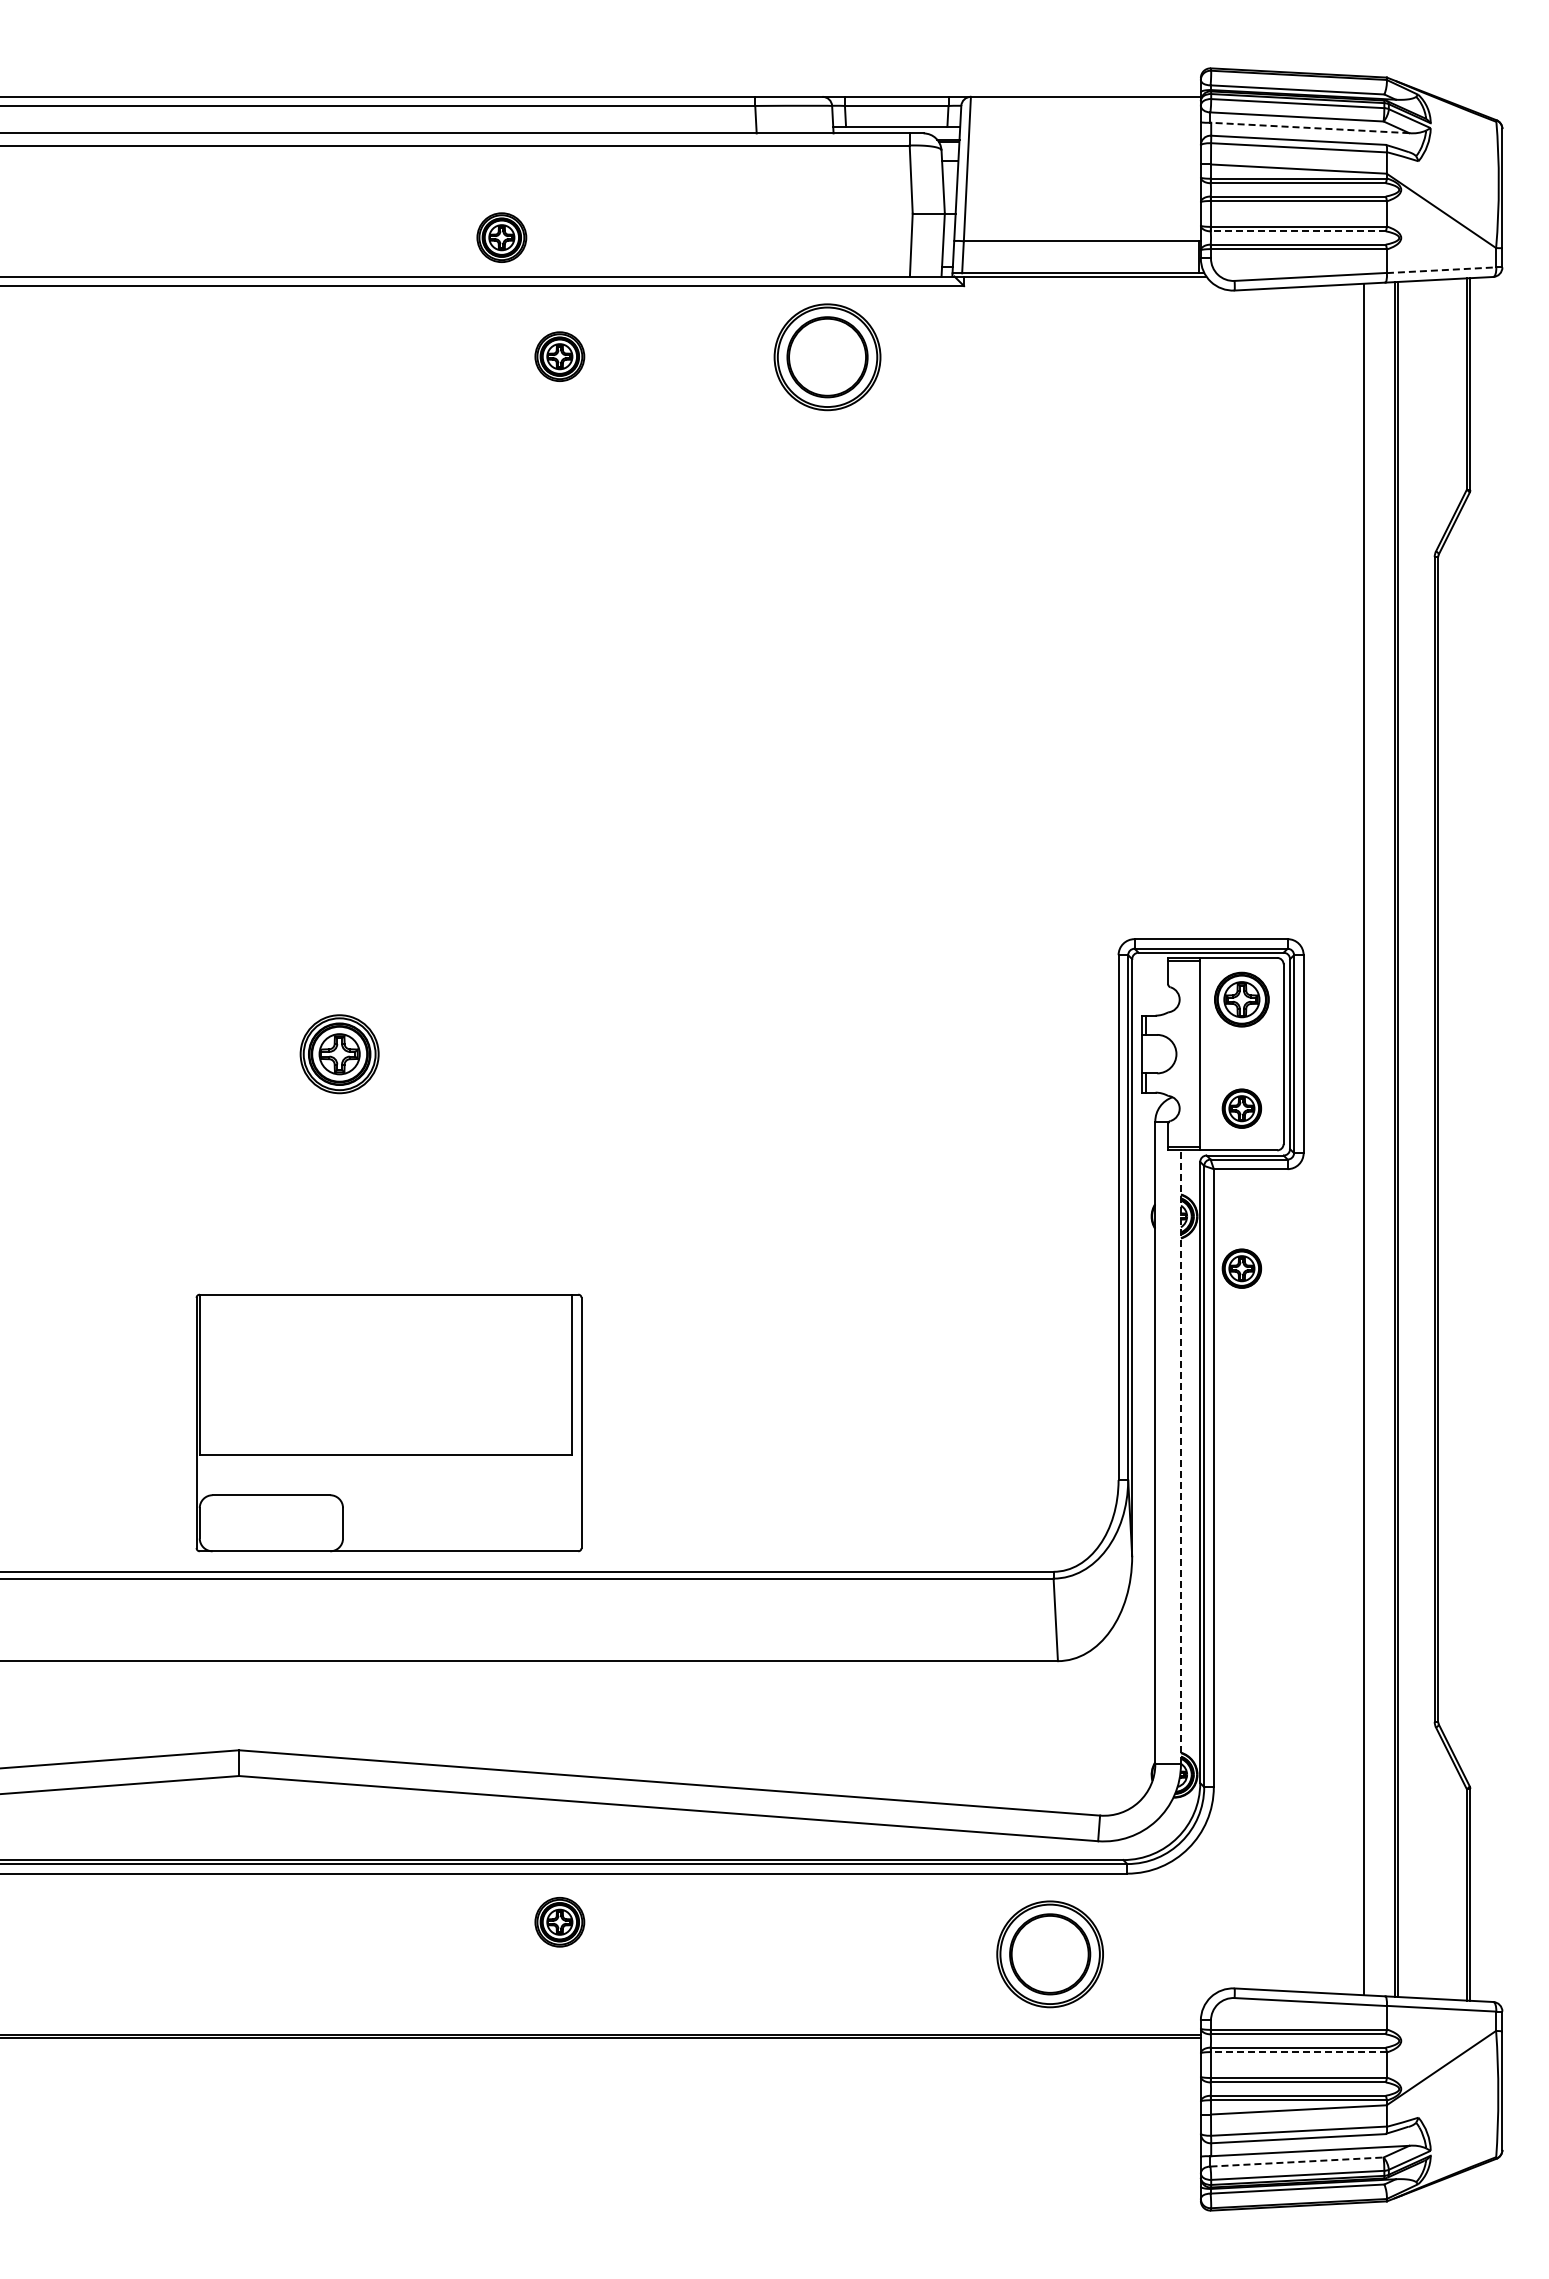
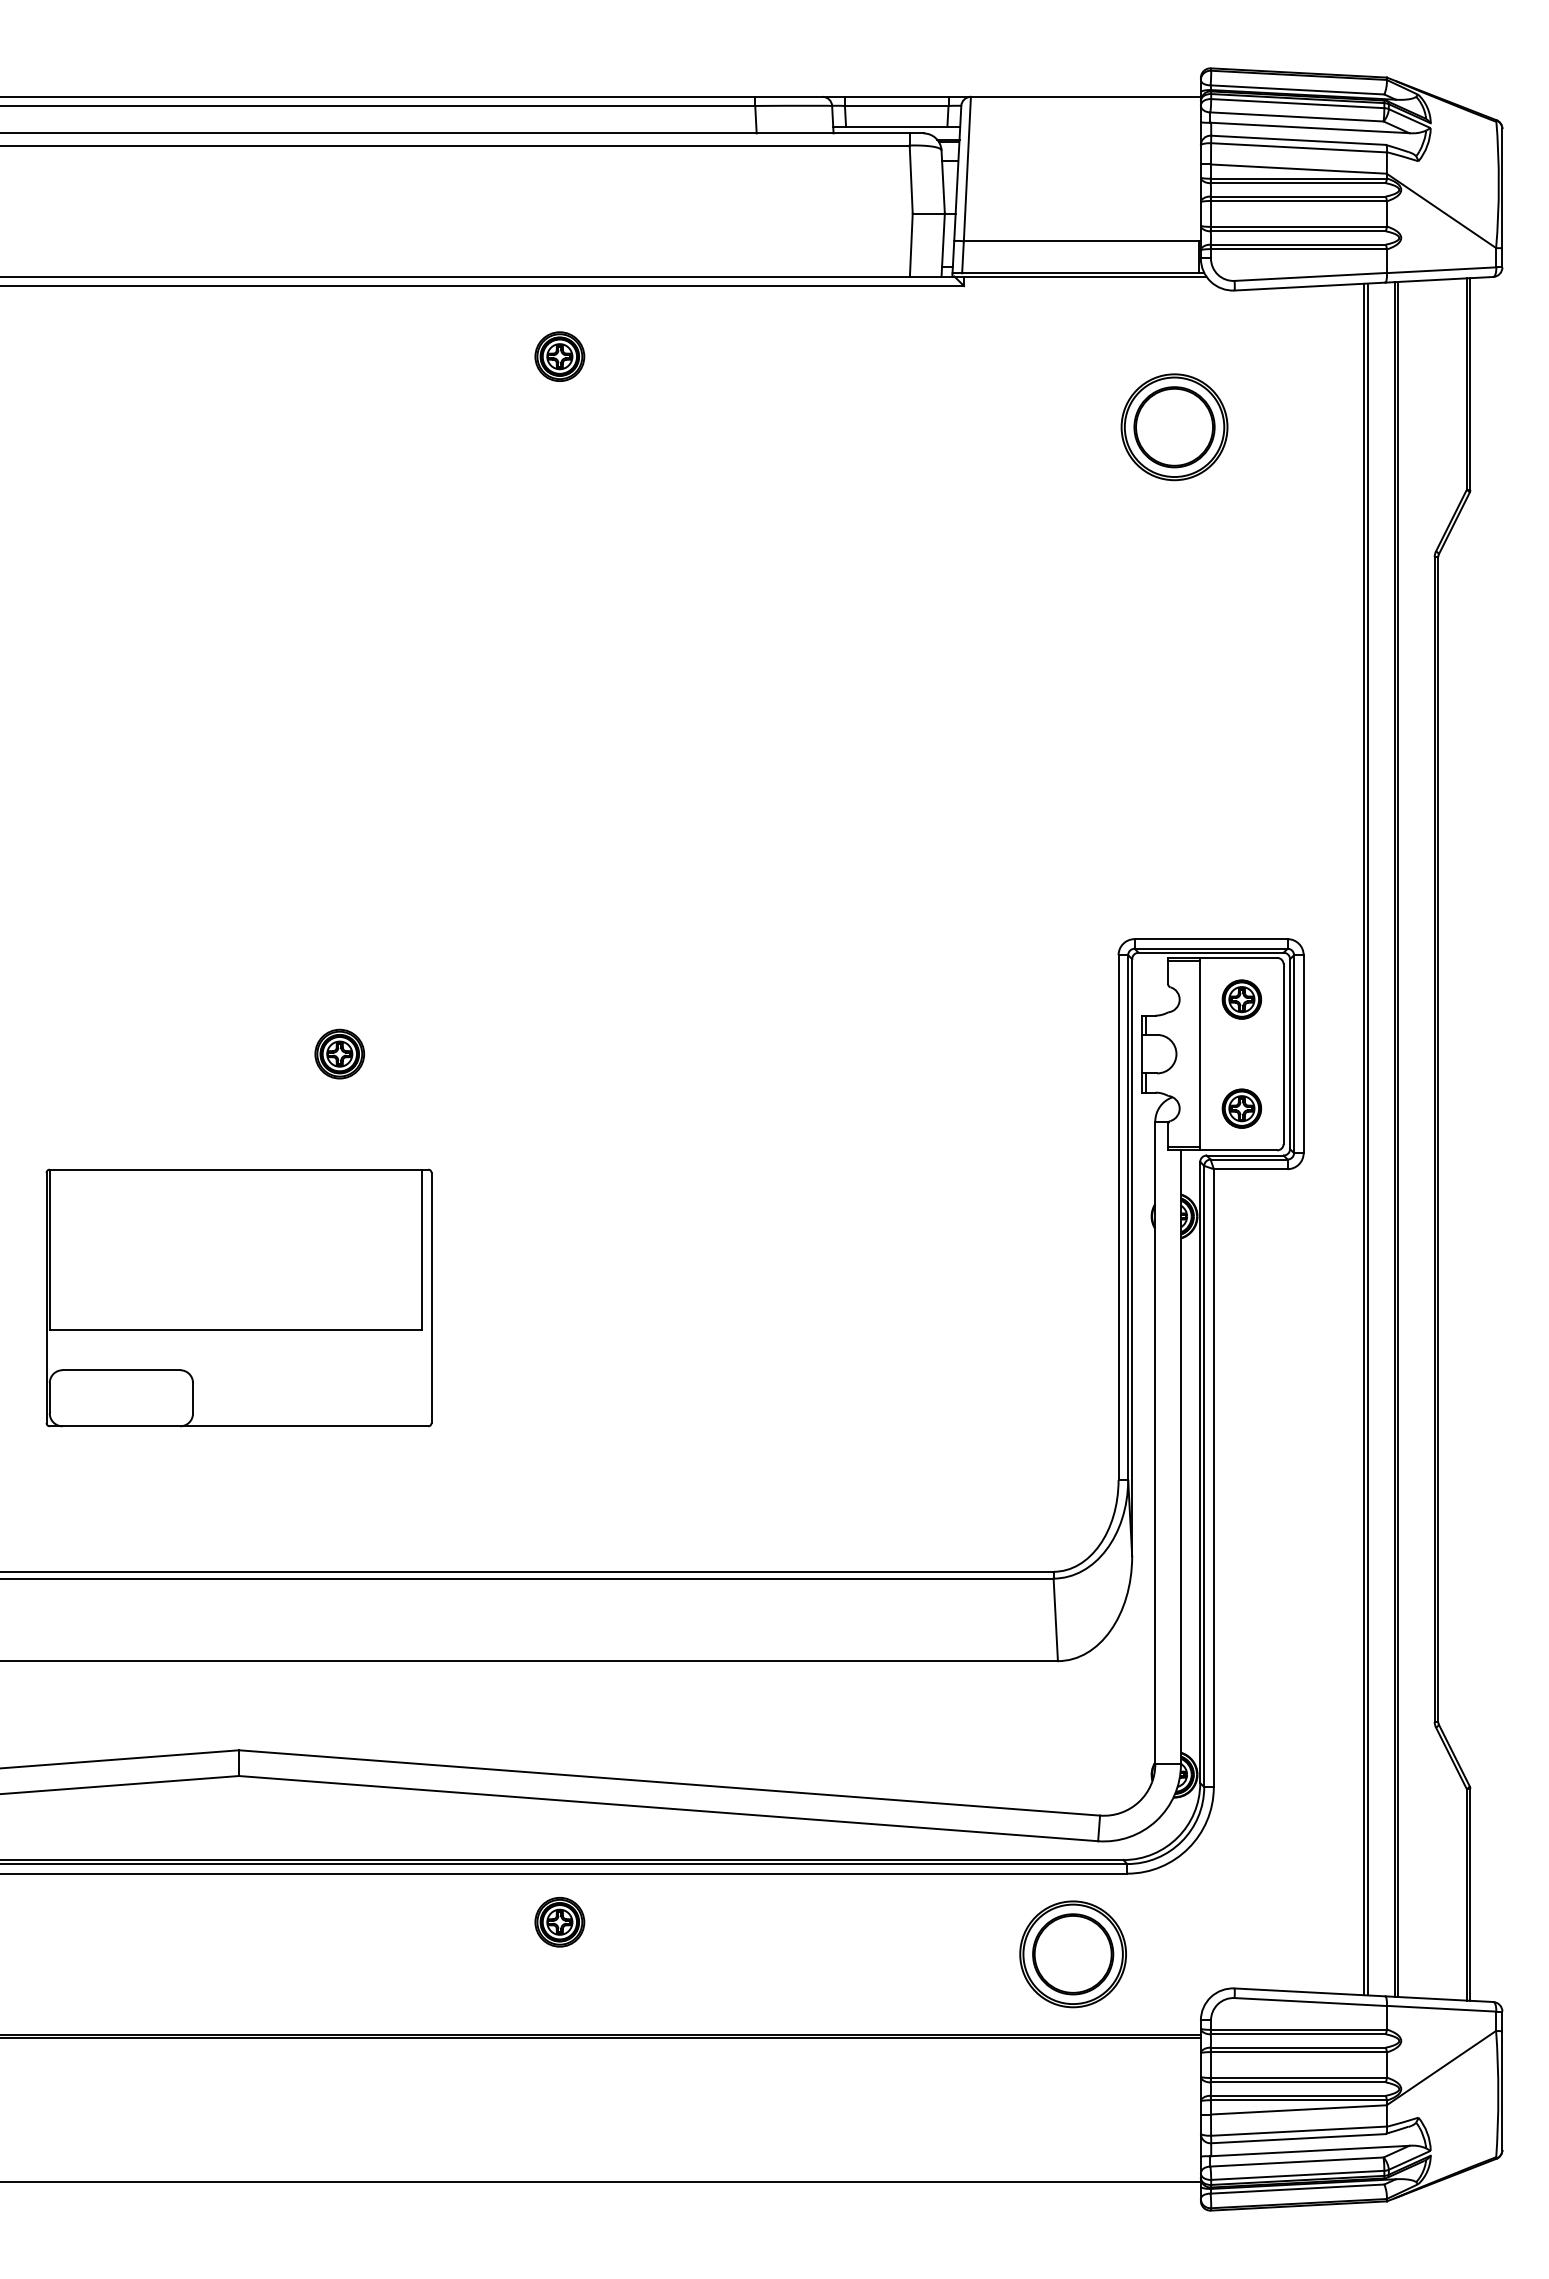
line at (1309, 127): dashed -> solid
line at (1297, 231): dashed -> solid
part at (501, 237): present -> none
line at (1441, 270): dashed -> solid
part at (827, 357) position: (827, 357) -> (1174, 427)
part at (1241, 999) size: 56x57 px -> 42x41 px
part at (339, 1054) size: 81x81 px -> 52x52 px
line at (1367, 1139): none -> present
part at (1241, 1268): present -> none
part at (388, 1422) position: (388, 1422) -> (238, 1297)
line at (1180, 1456): dashed -> solid
part at (1049, 1954) position: (1049, 1954) -> (1072, 1954)
line at (1298, 2052): dashed -> solid
line at (1297, 2162): dashed -> solid
line at (601, 2182): none -> present
